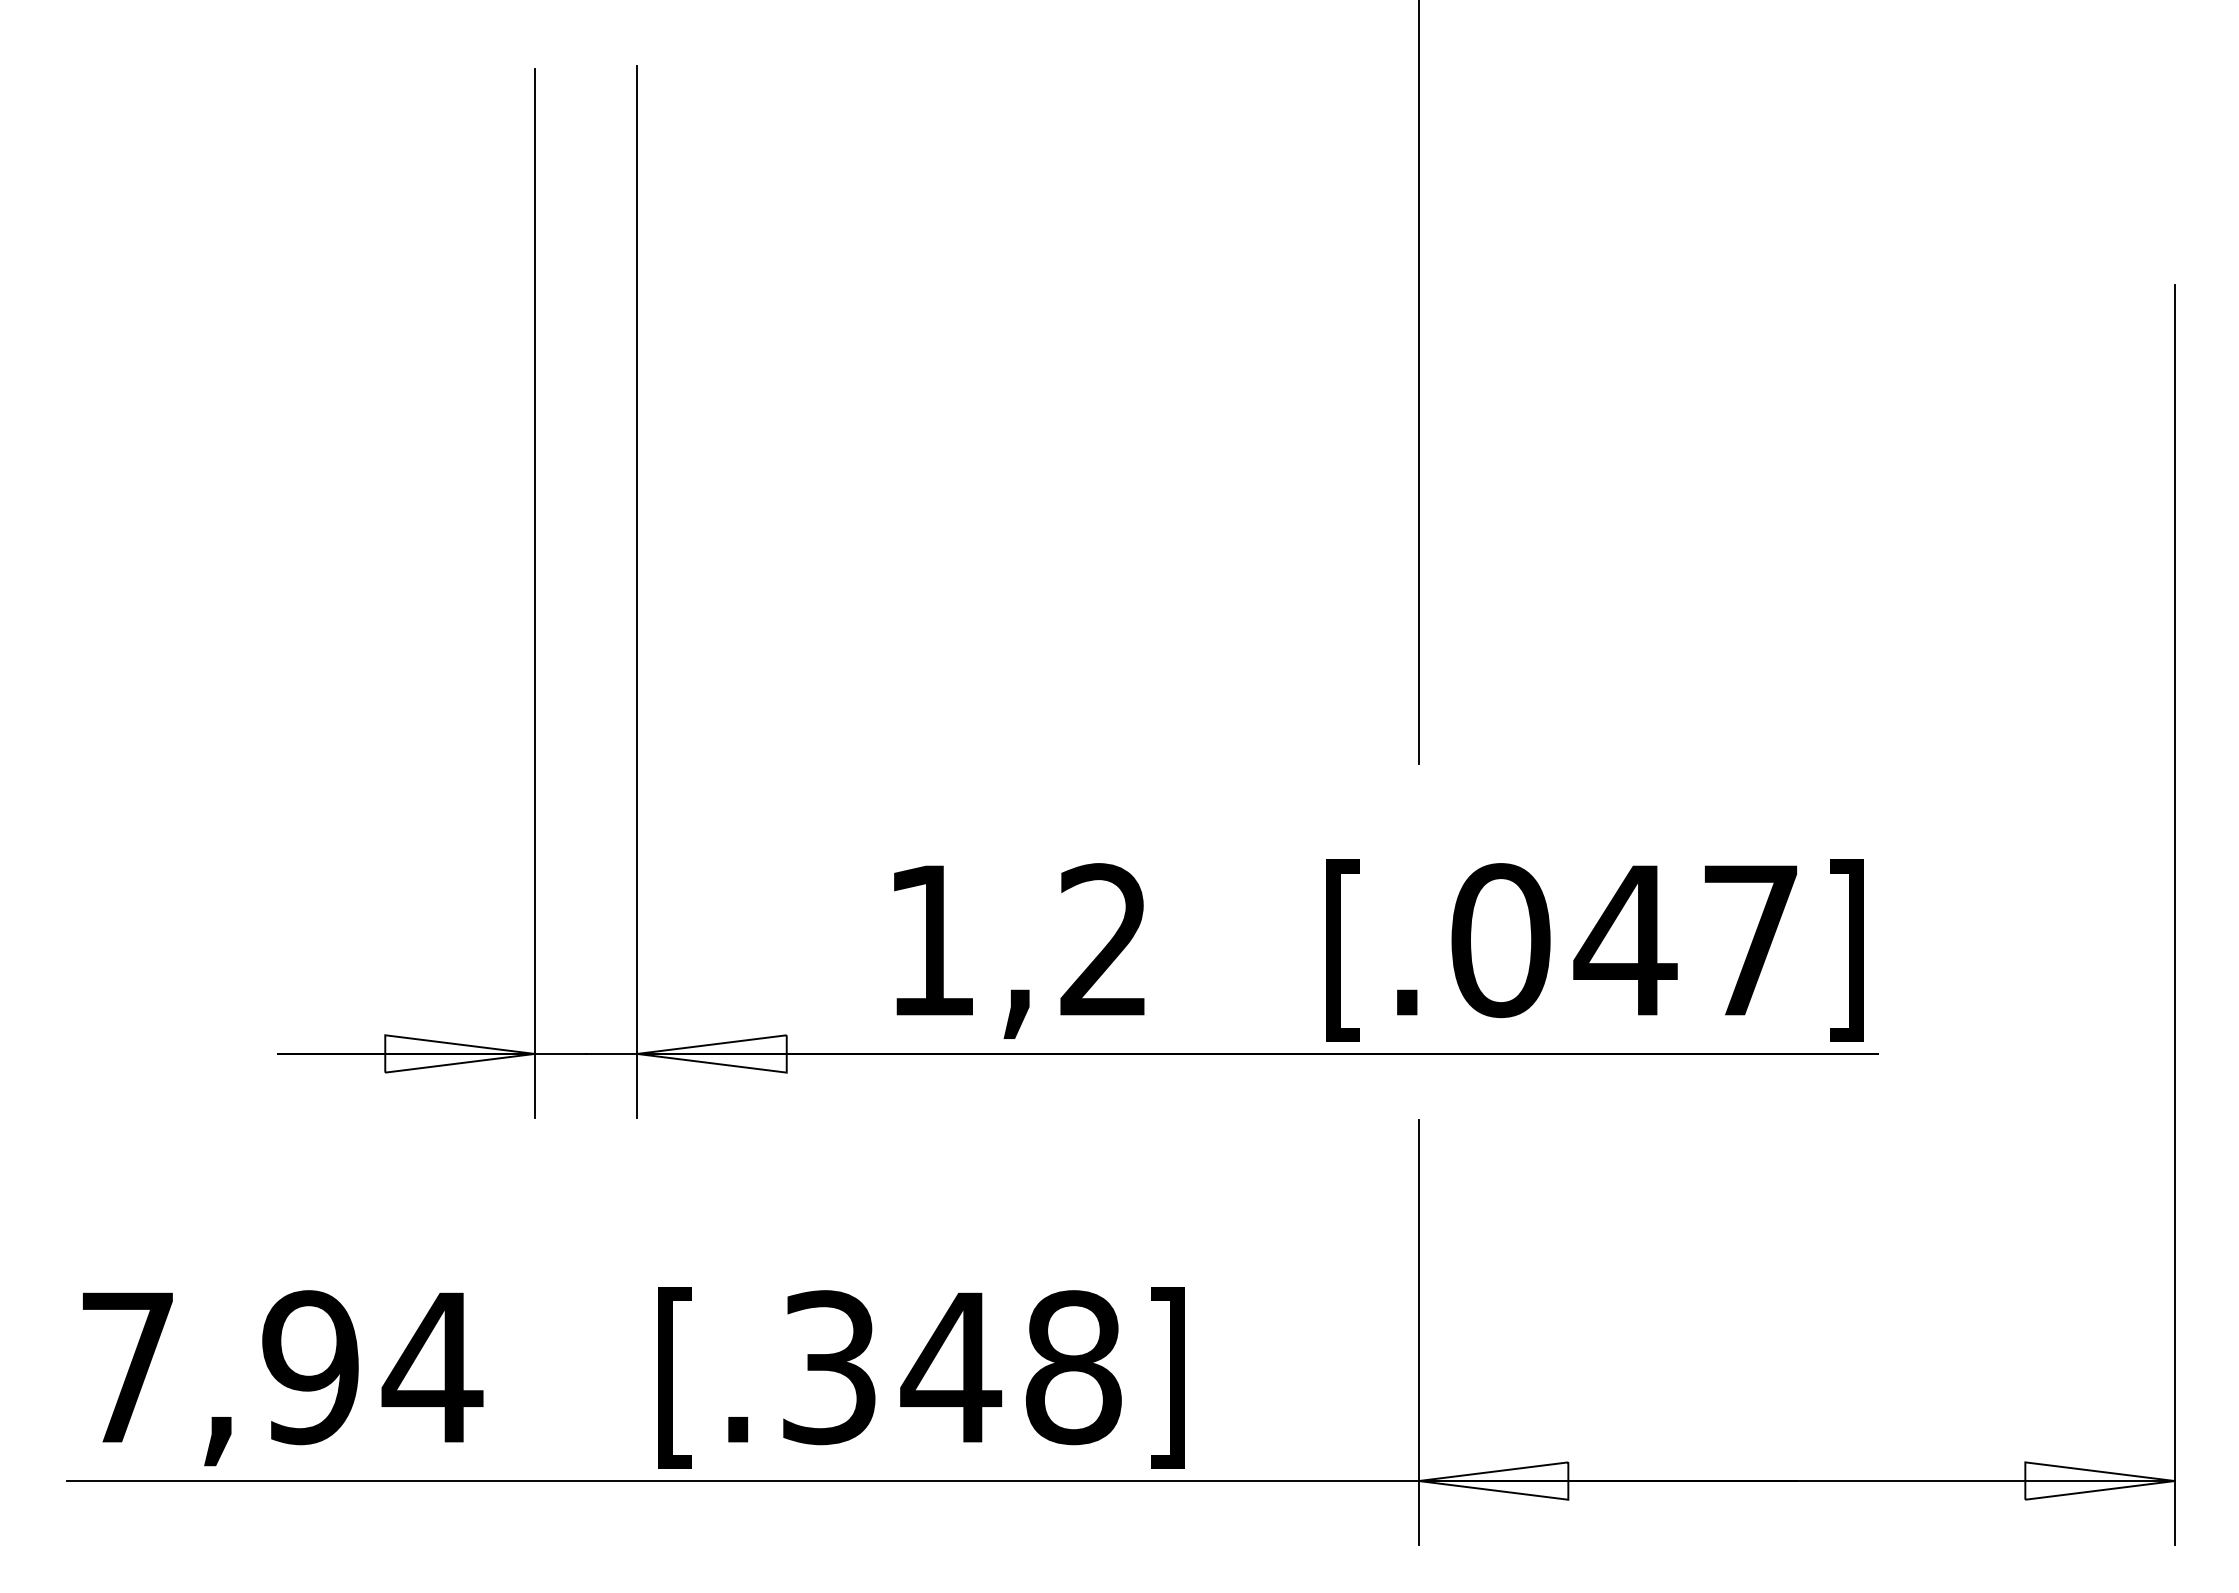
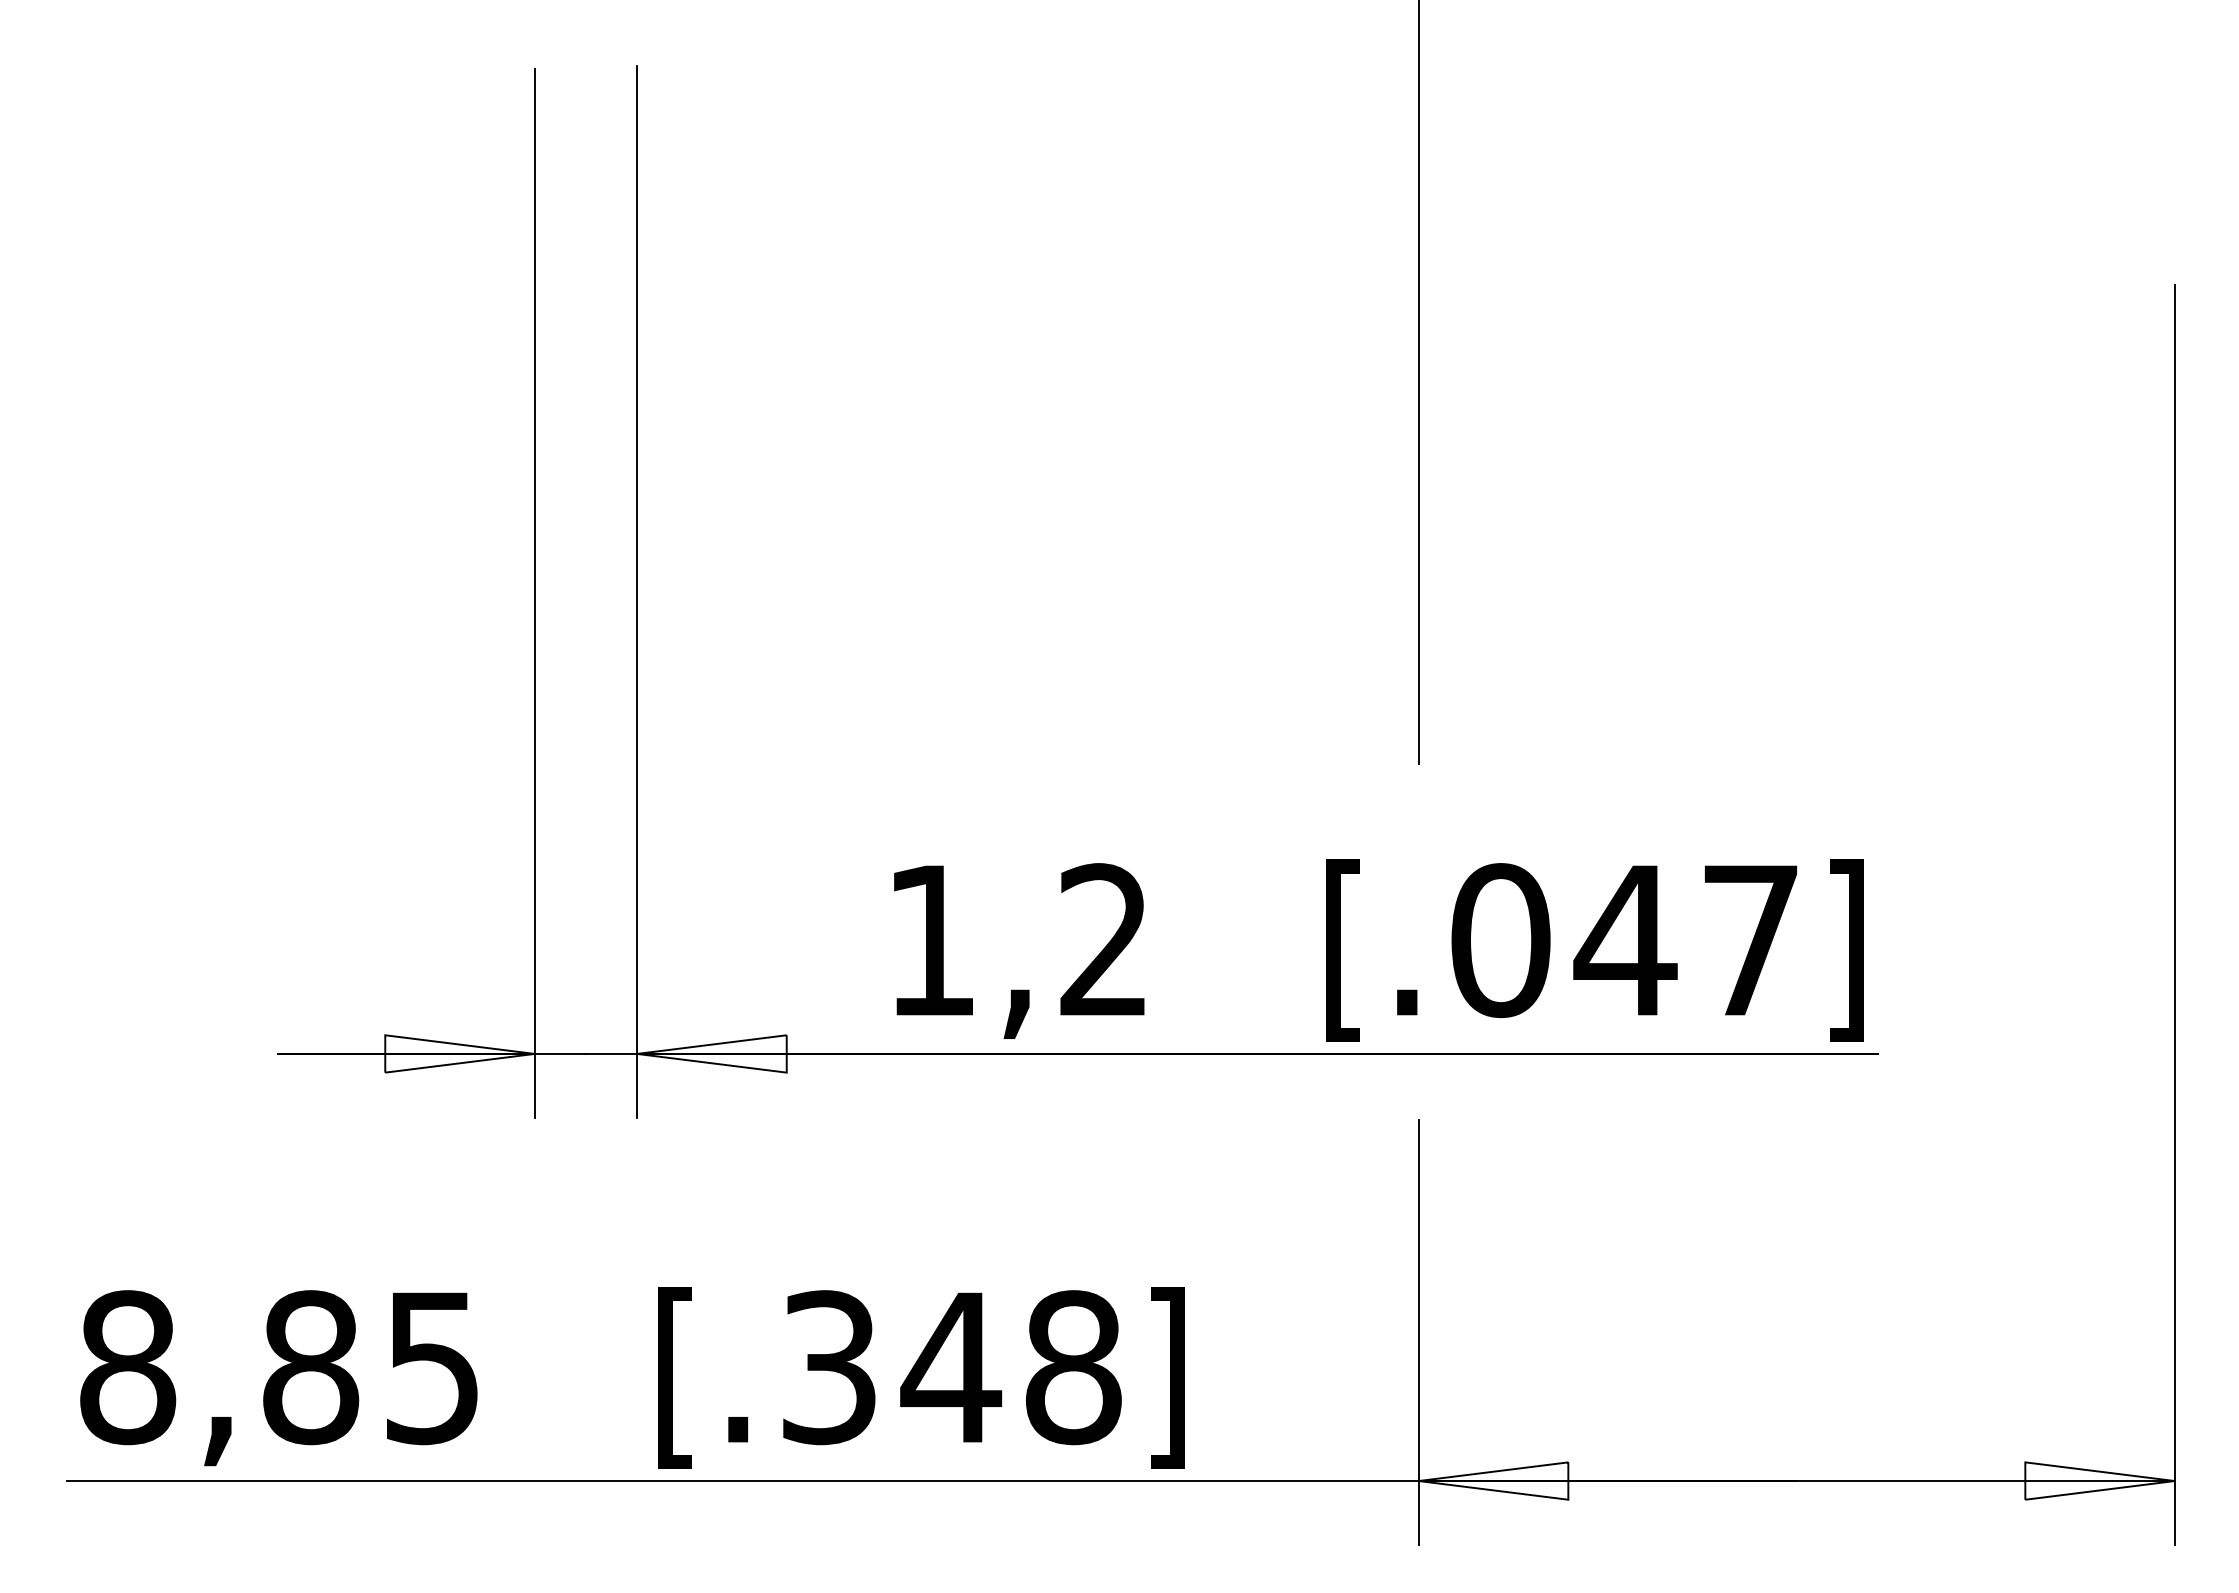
text at (281, 1367): 7,94 -> 8,85
